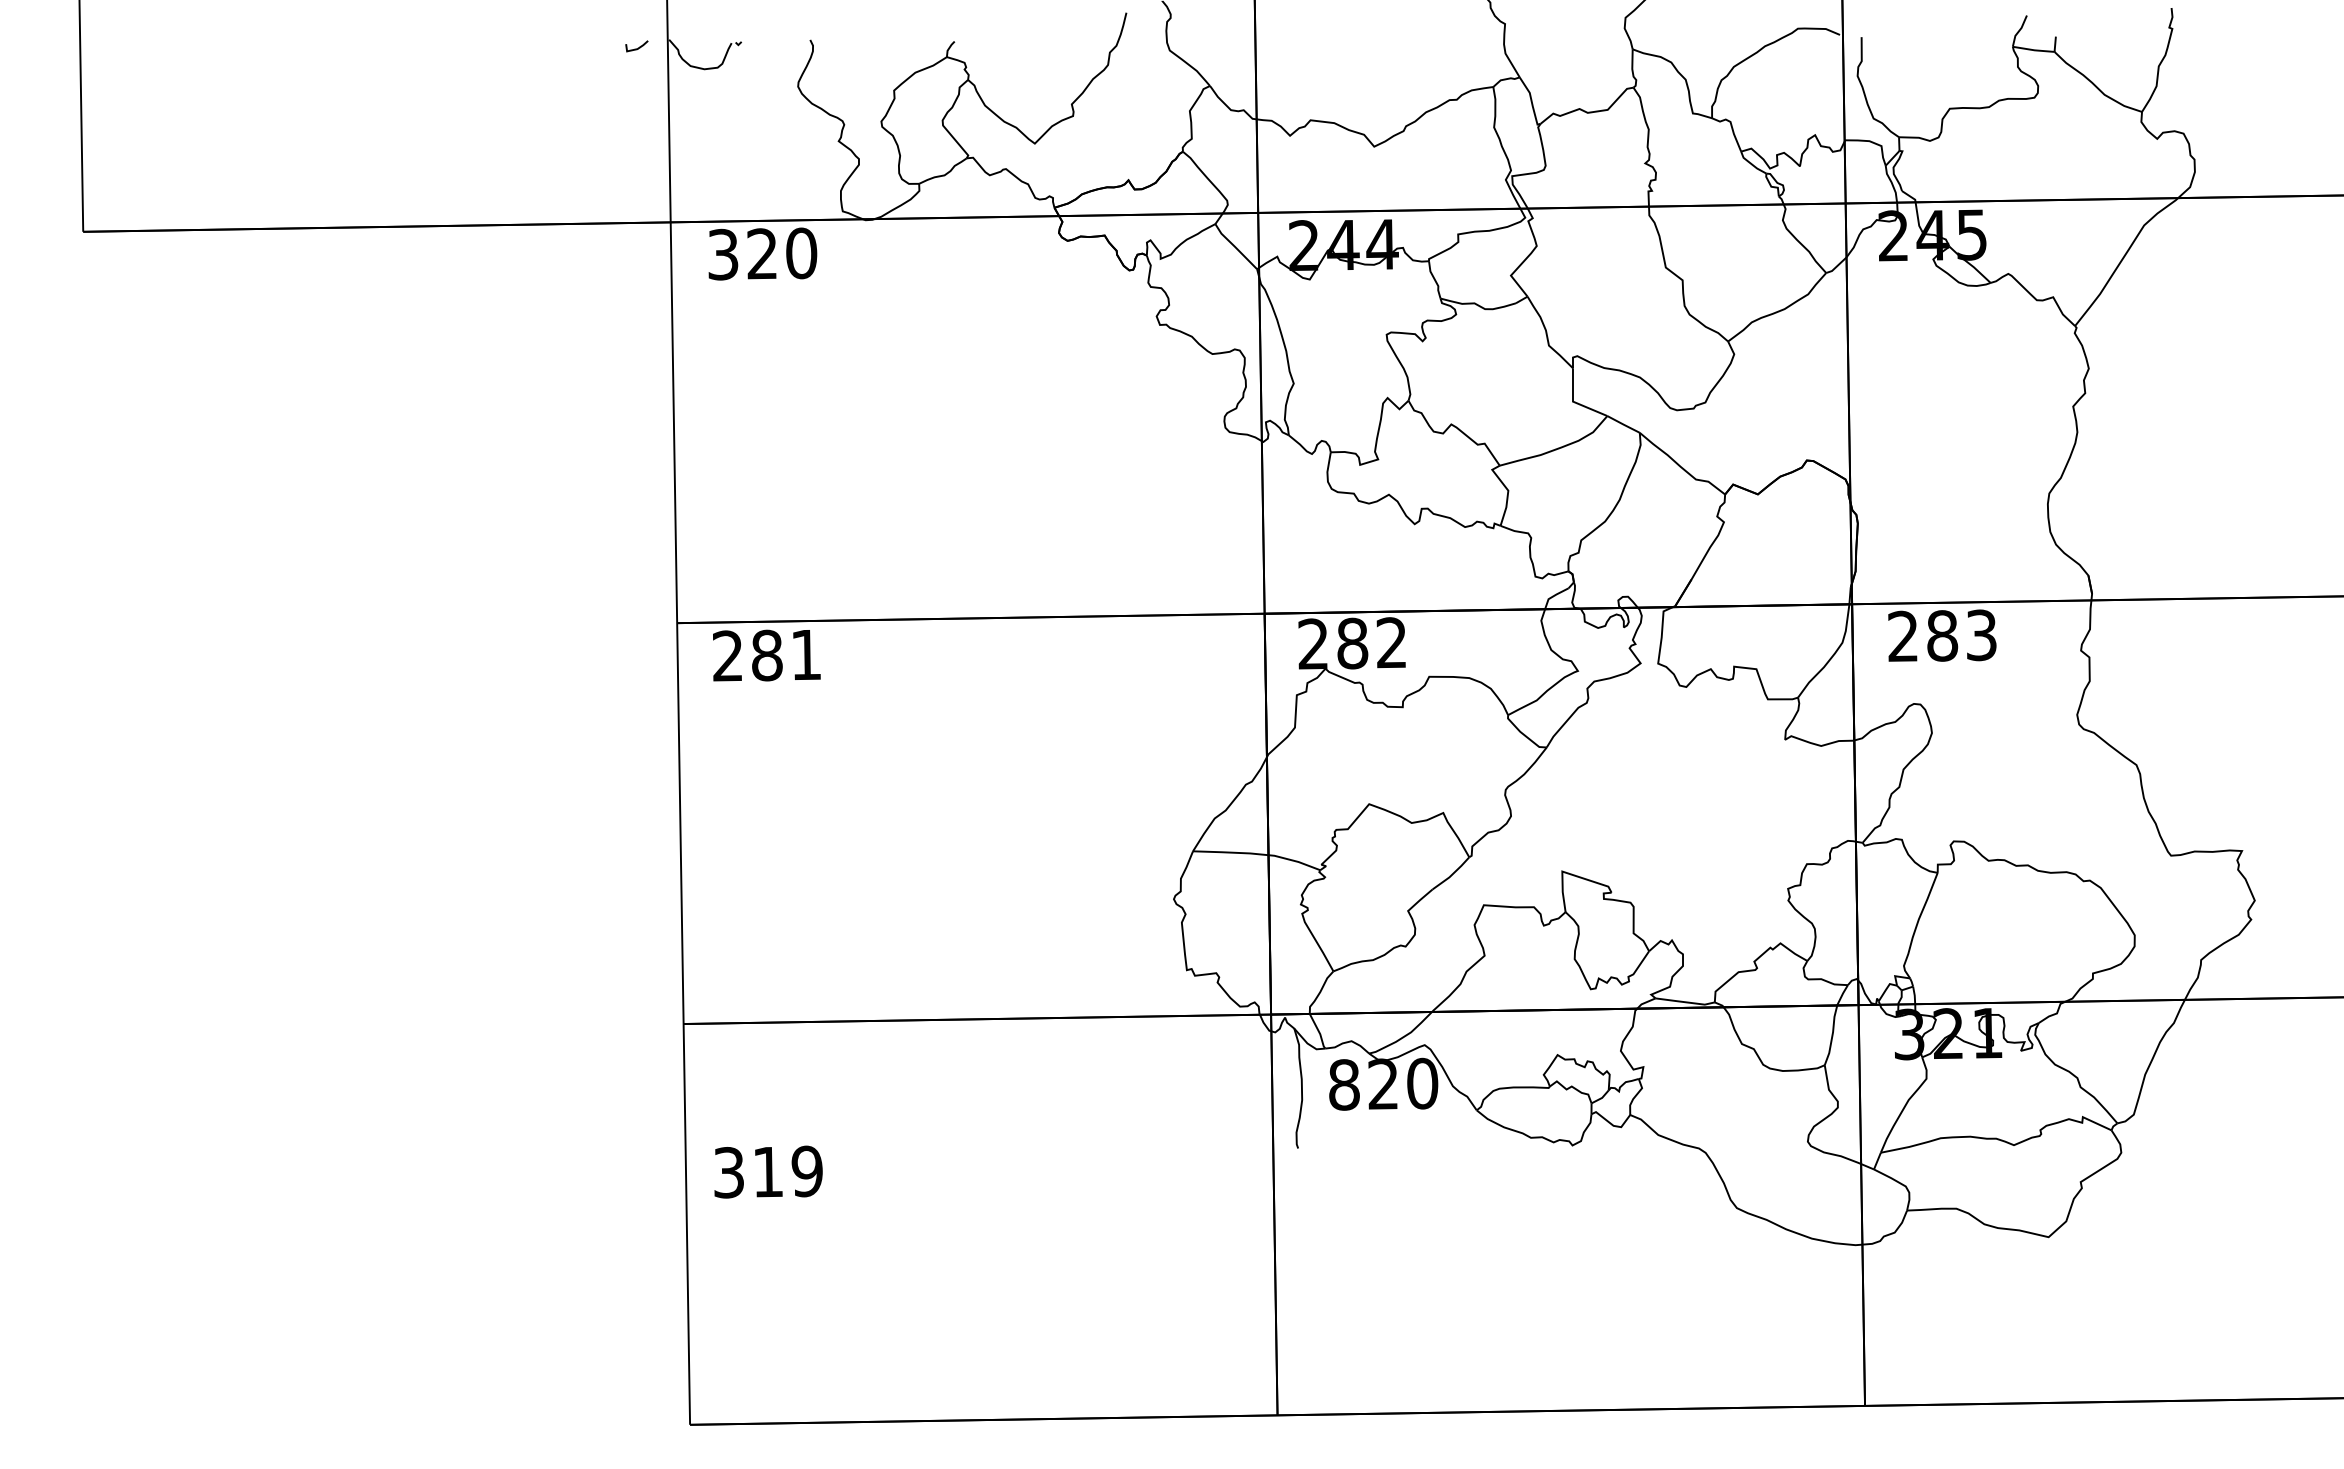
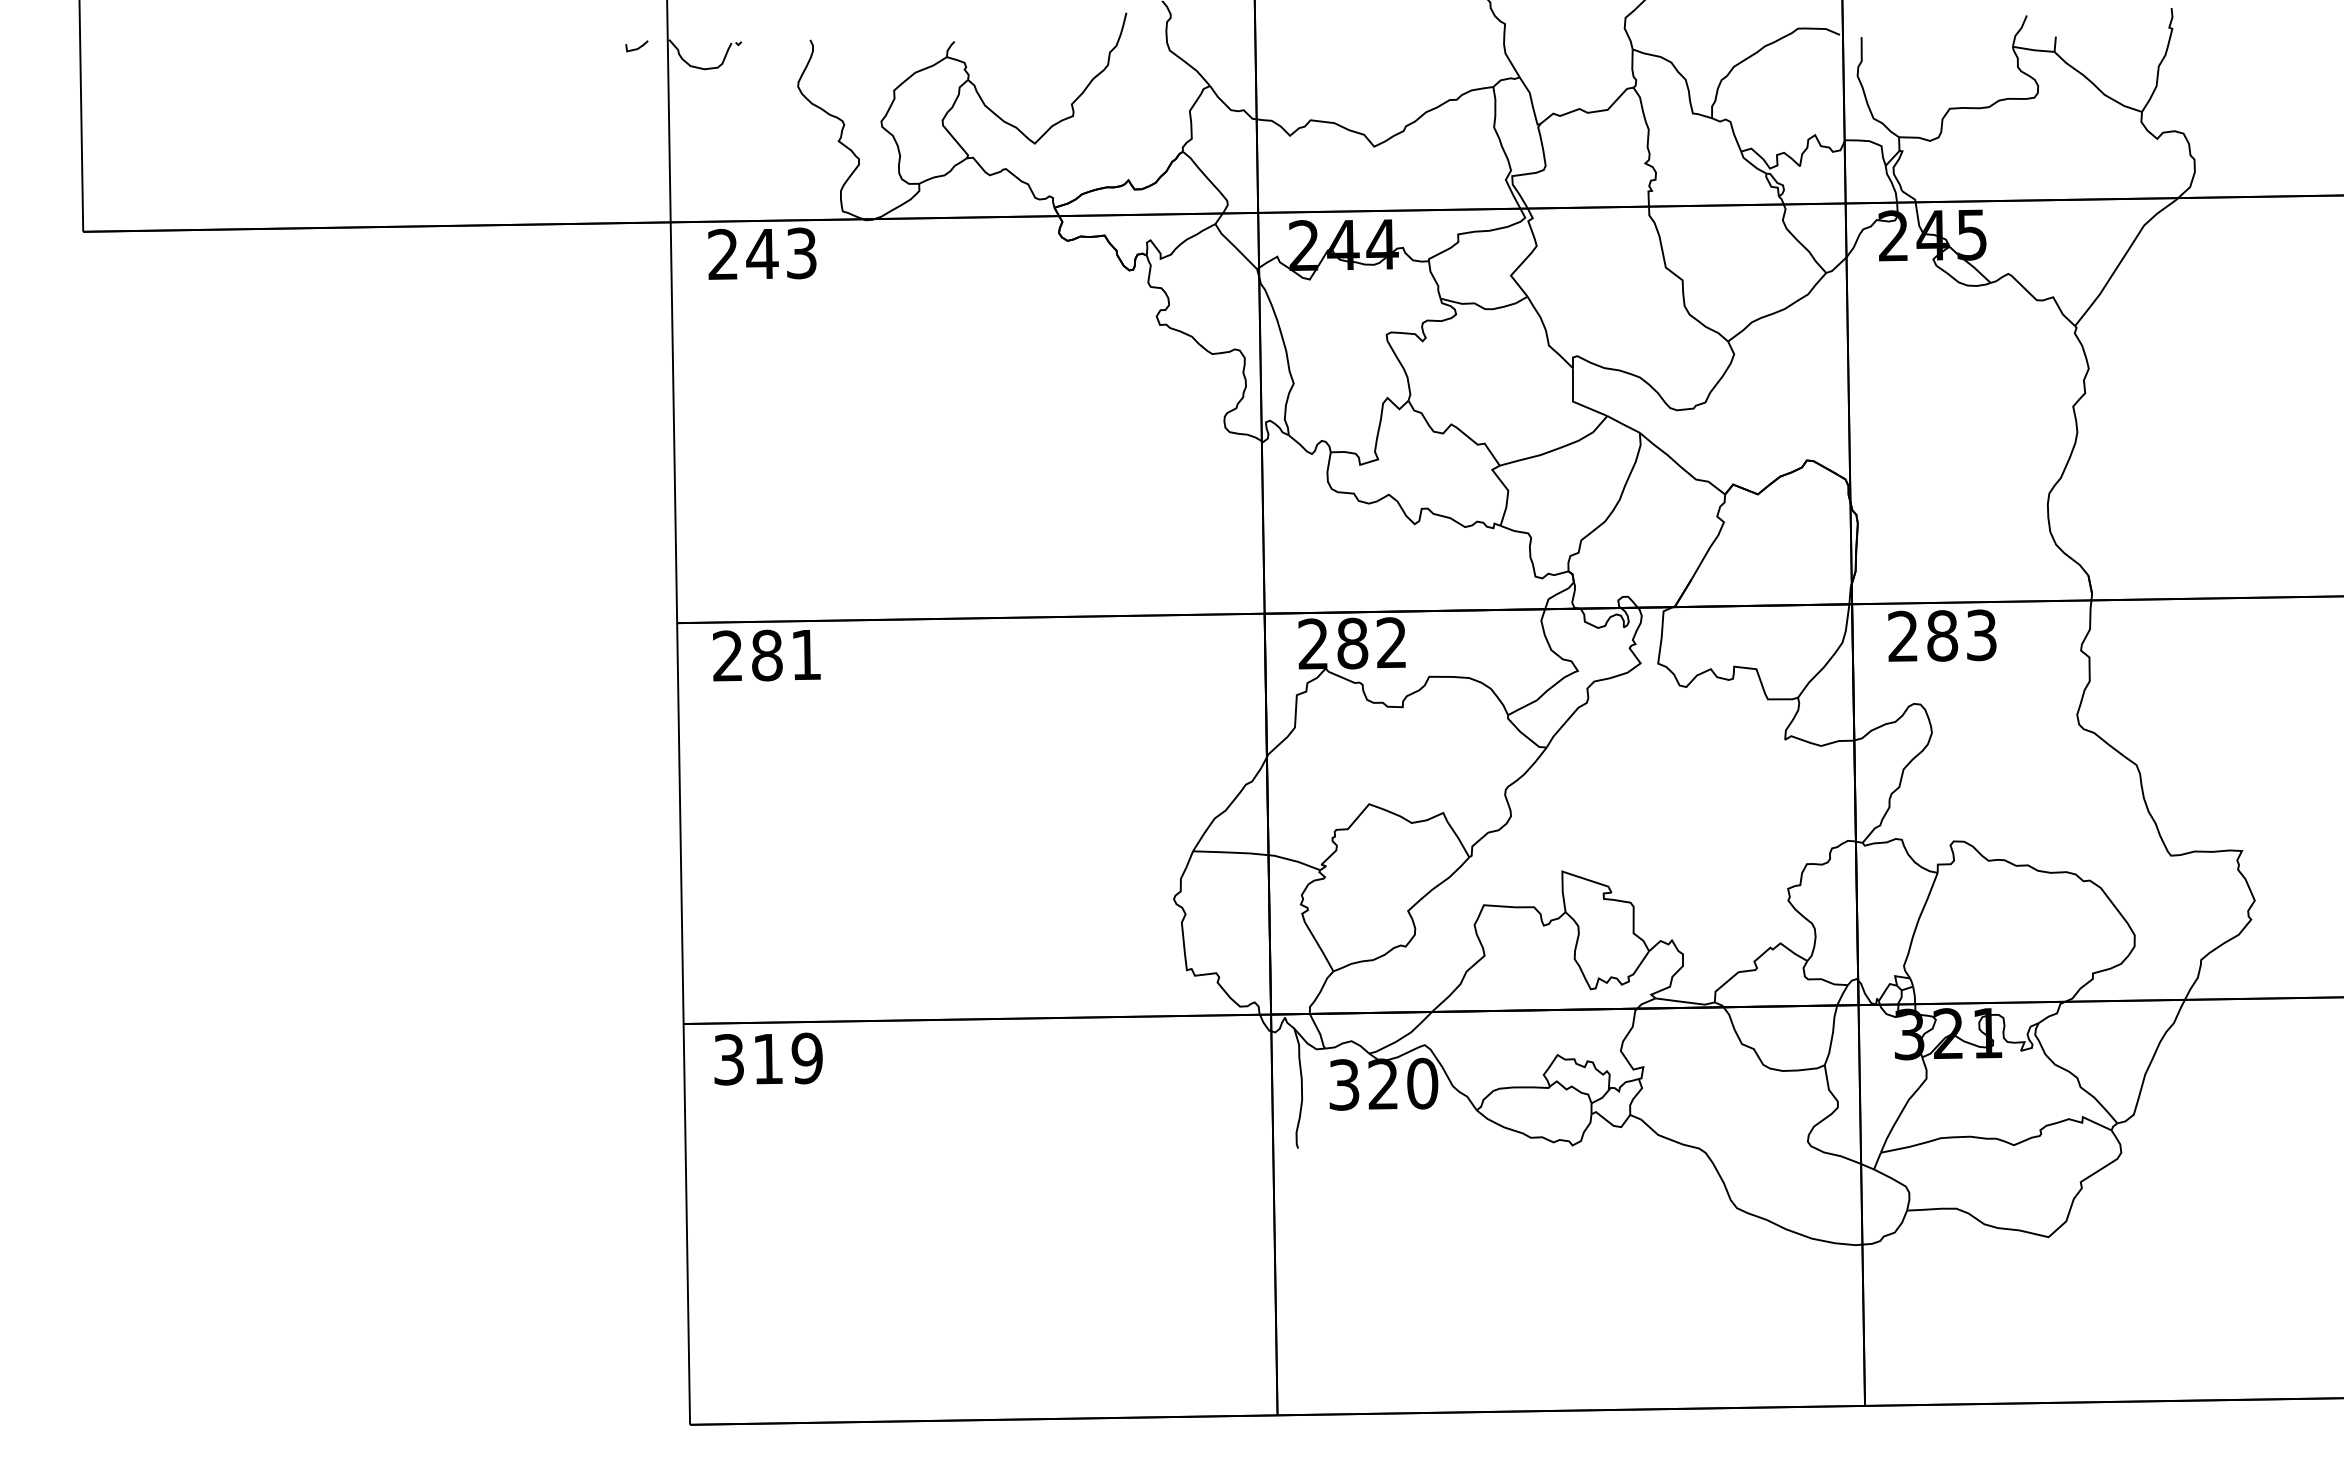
text at (762, 253): 320 -> 243
text at (1344, 1084): 820 -> 320
text at (768, 1171) position: (768, 1171) -> (768, 1058)
